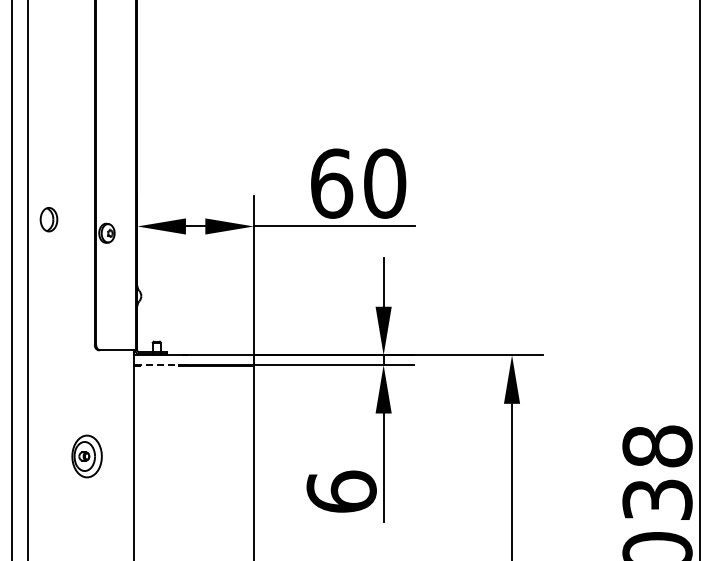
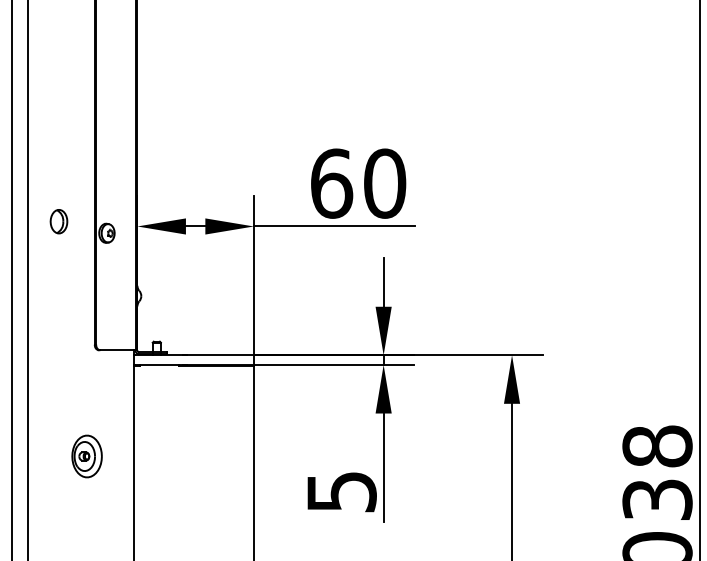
part at (48, 219) position: (48, 219) -> (58, 221)
line at (159, 365): dashed -> solid
text at (341, 491): 6 -> 5
